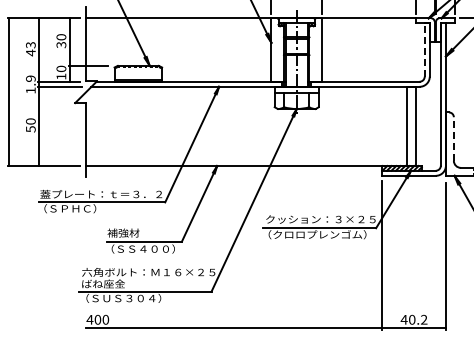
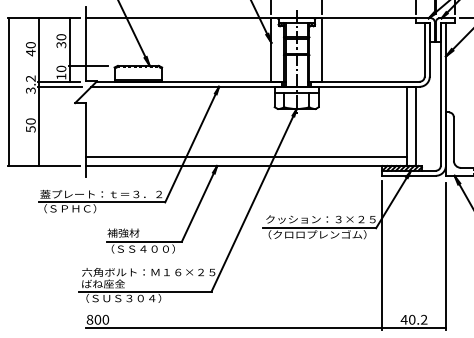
text at (30, 45): 43 -> 40
line at (424, 49): dashed -> solid
text at (30, 84): 1.9 -> 3.2
line at (453, 139): dashed -> solid
line at (246, 156): none -> present
text at (89, 319): 400 -> 800
